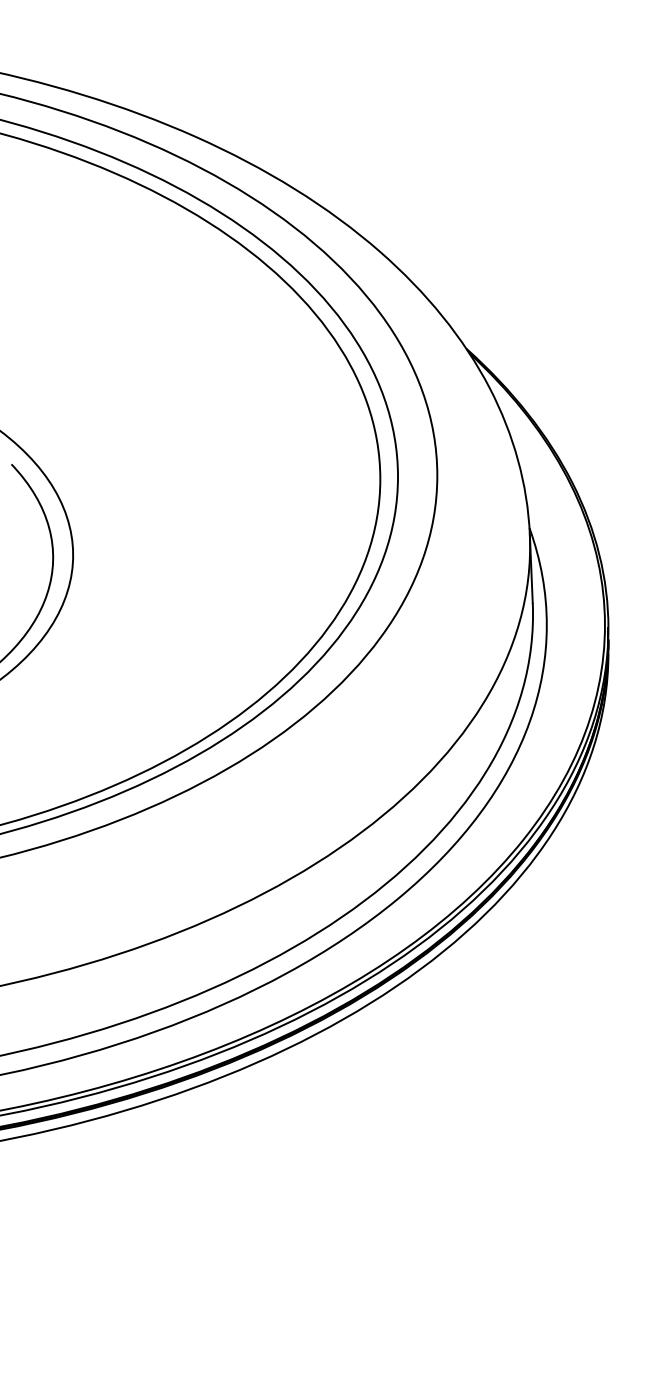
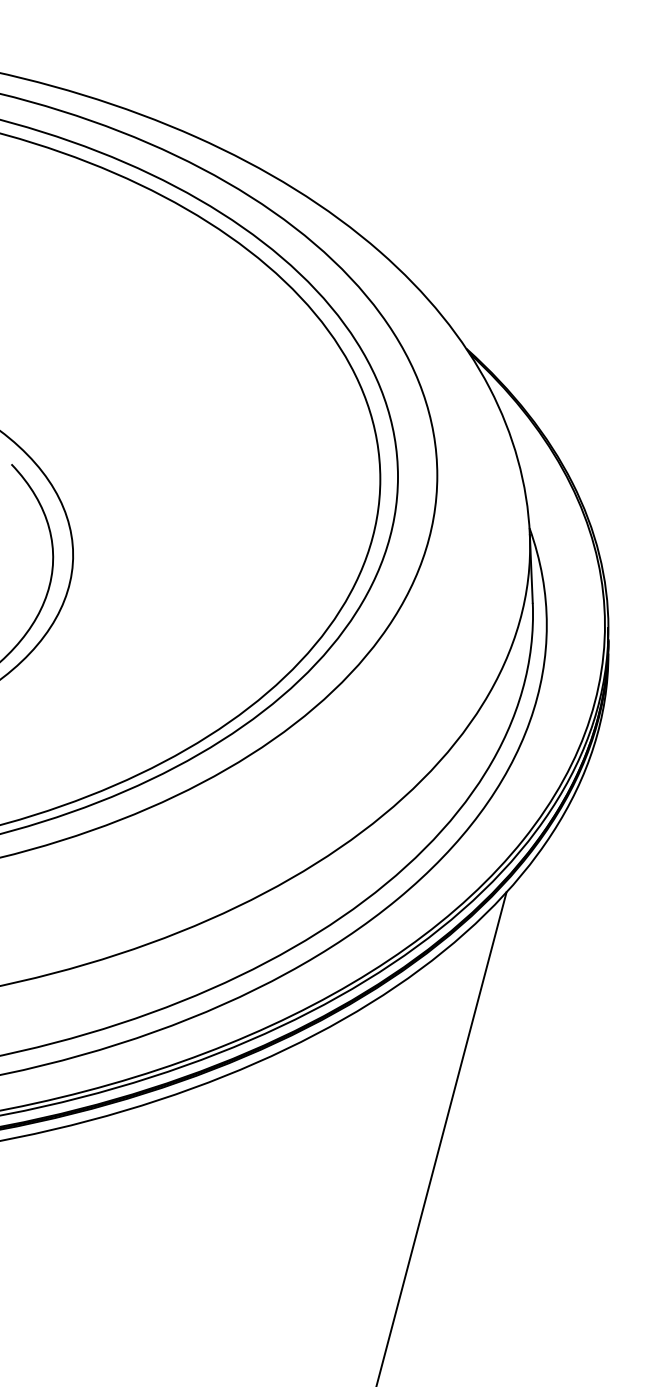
line at (441, 1137): none -> present
